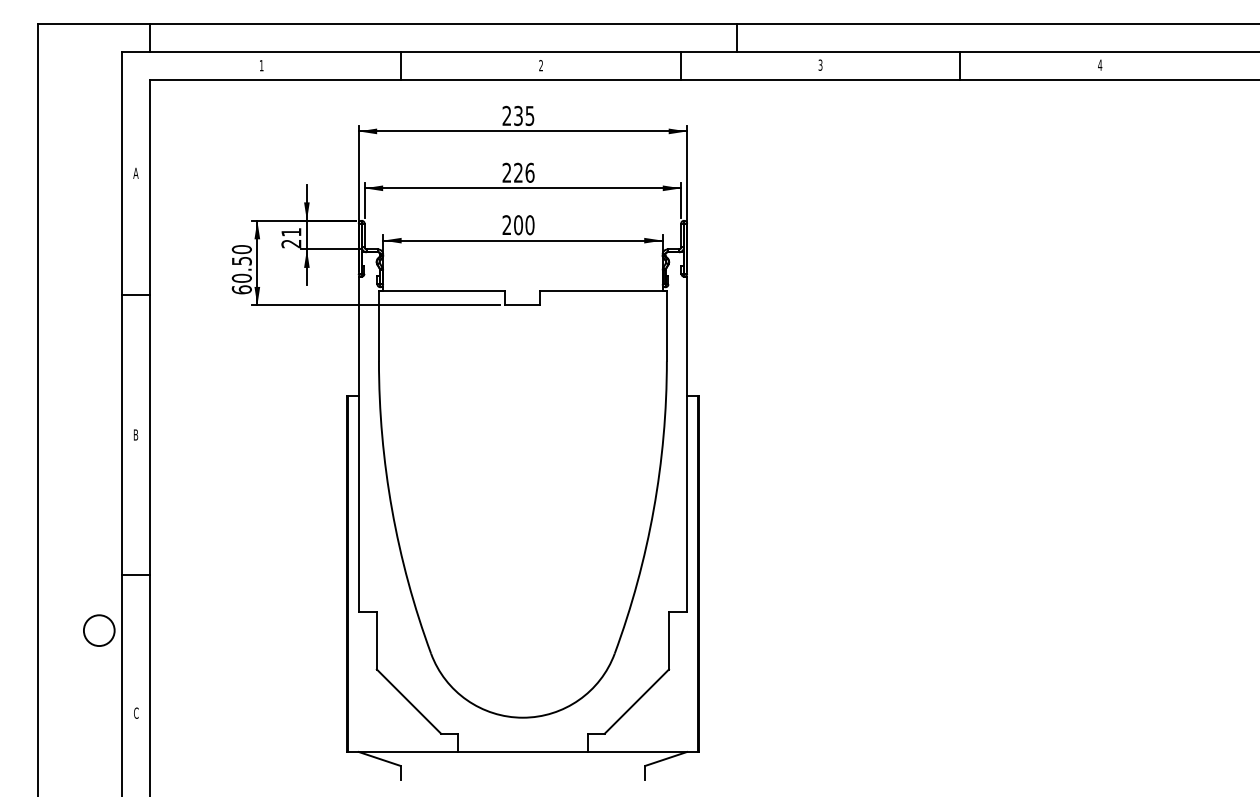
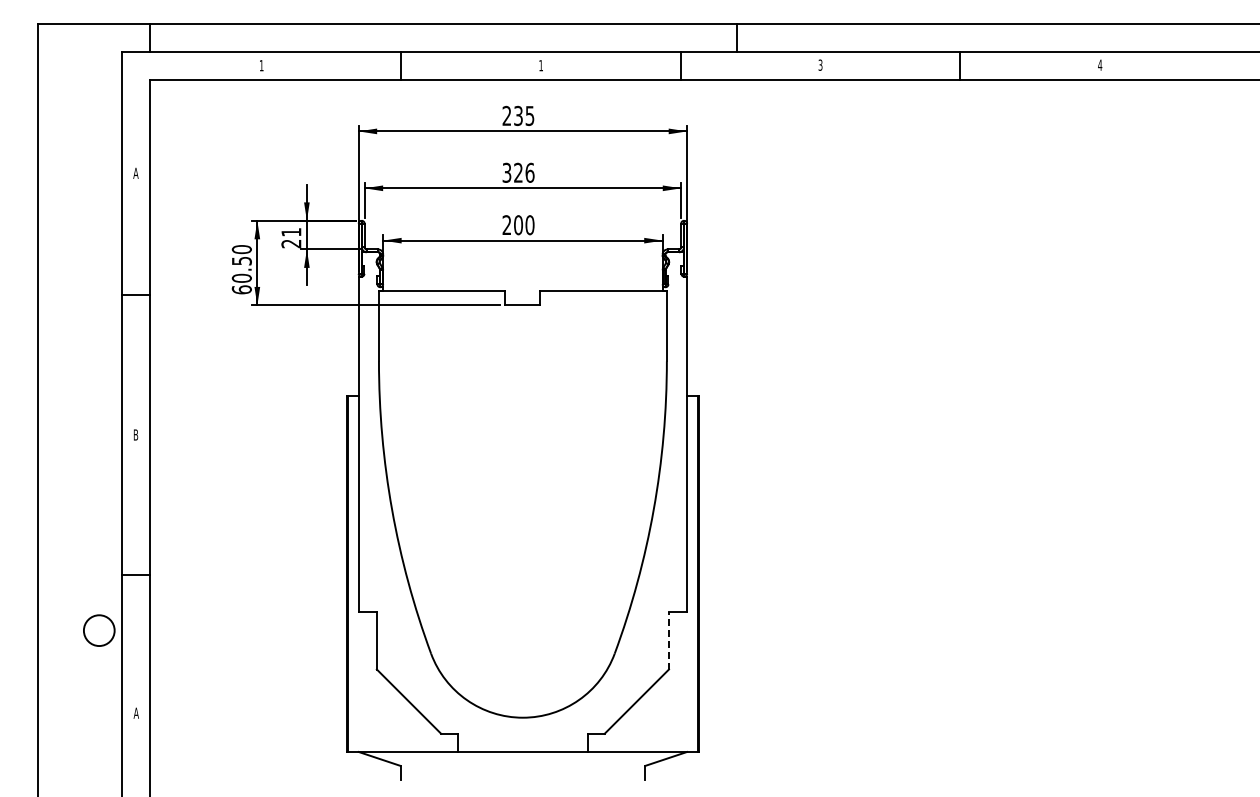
text at (540, 65): 2 -> 1
text at (506, 172): 226 -> 326
line at (668, 640): solid -> dashed
text at (135, 712): C -> A
